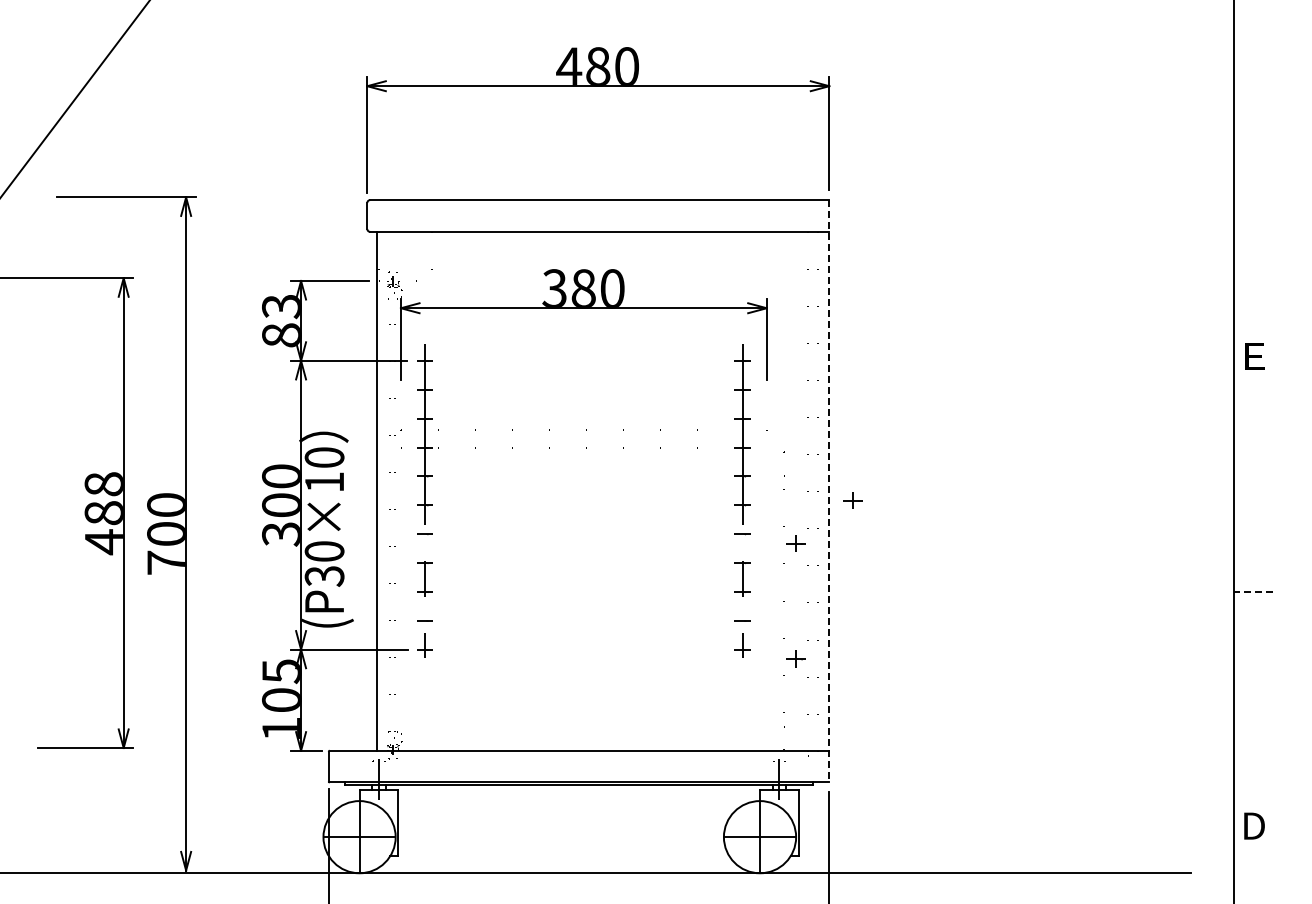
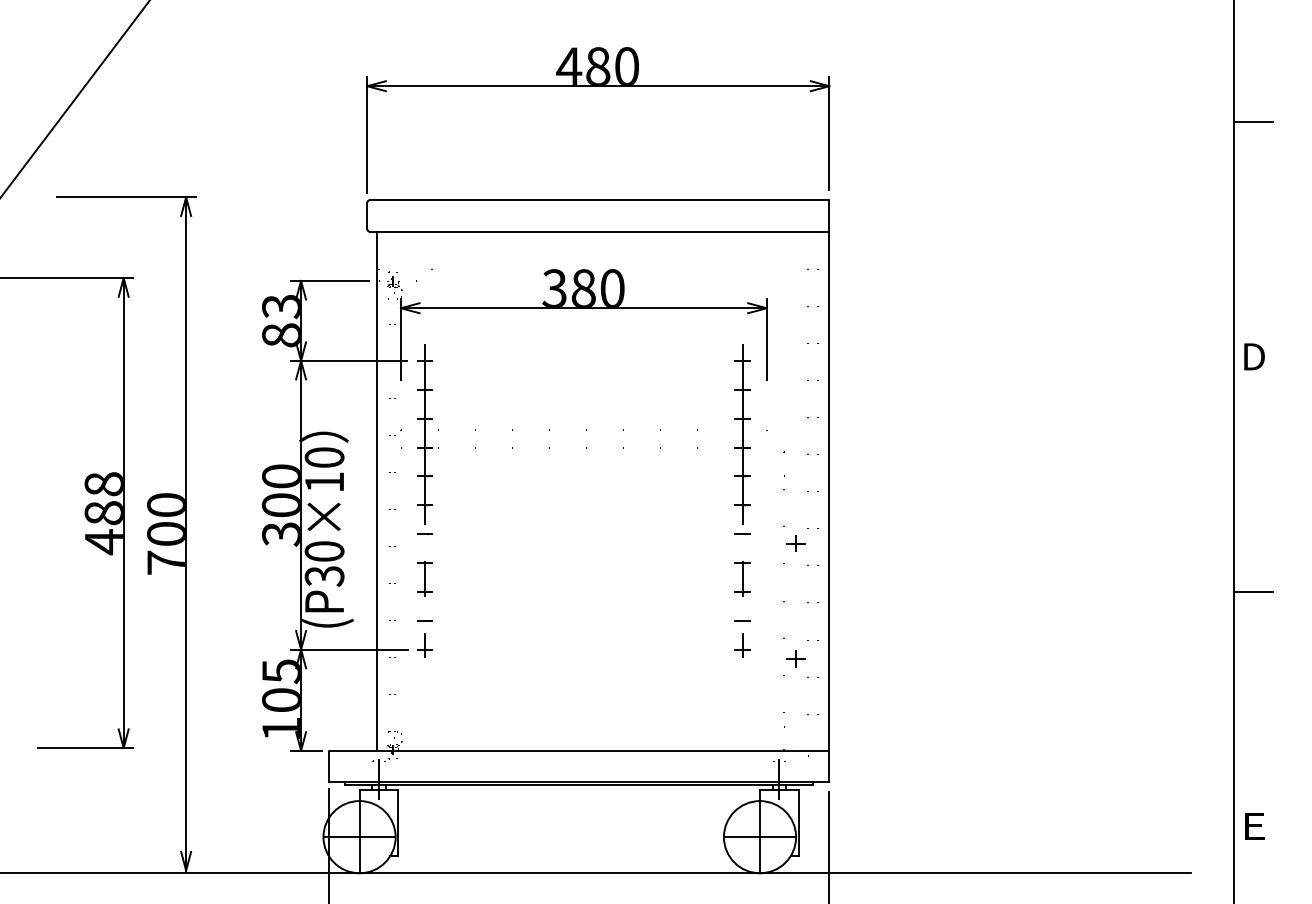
line at (1253, 122): none -> present
text at (1254, 356): E -> D
line at (829, 491): dashed -> solid
part at (852, 500): present -> none
line at (1252, 591): dashed -> solid
text at (1254, 825): D -> E
